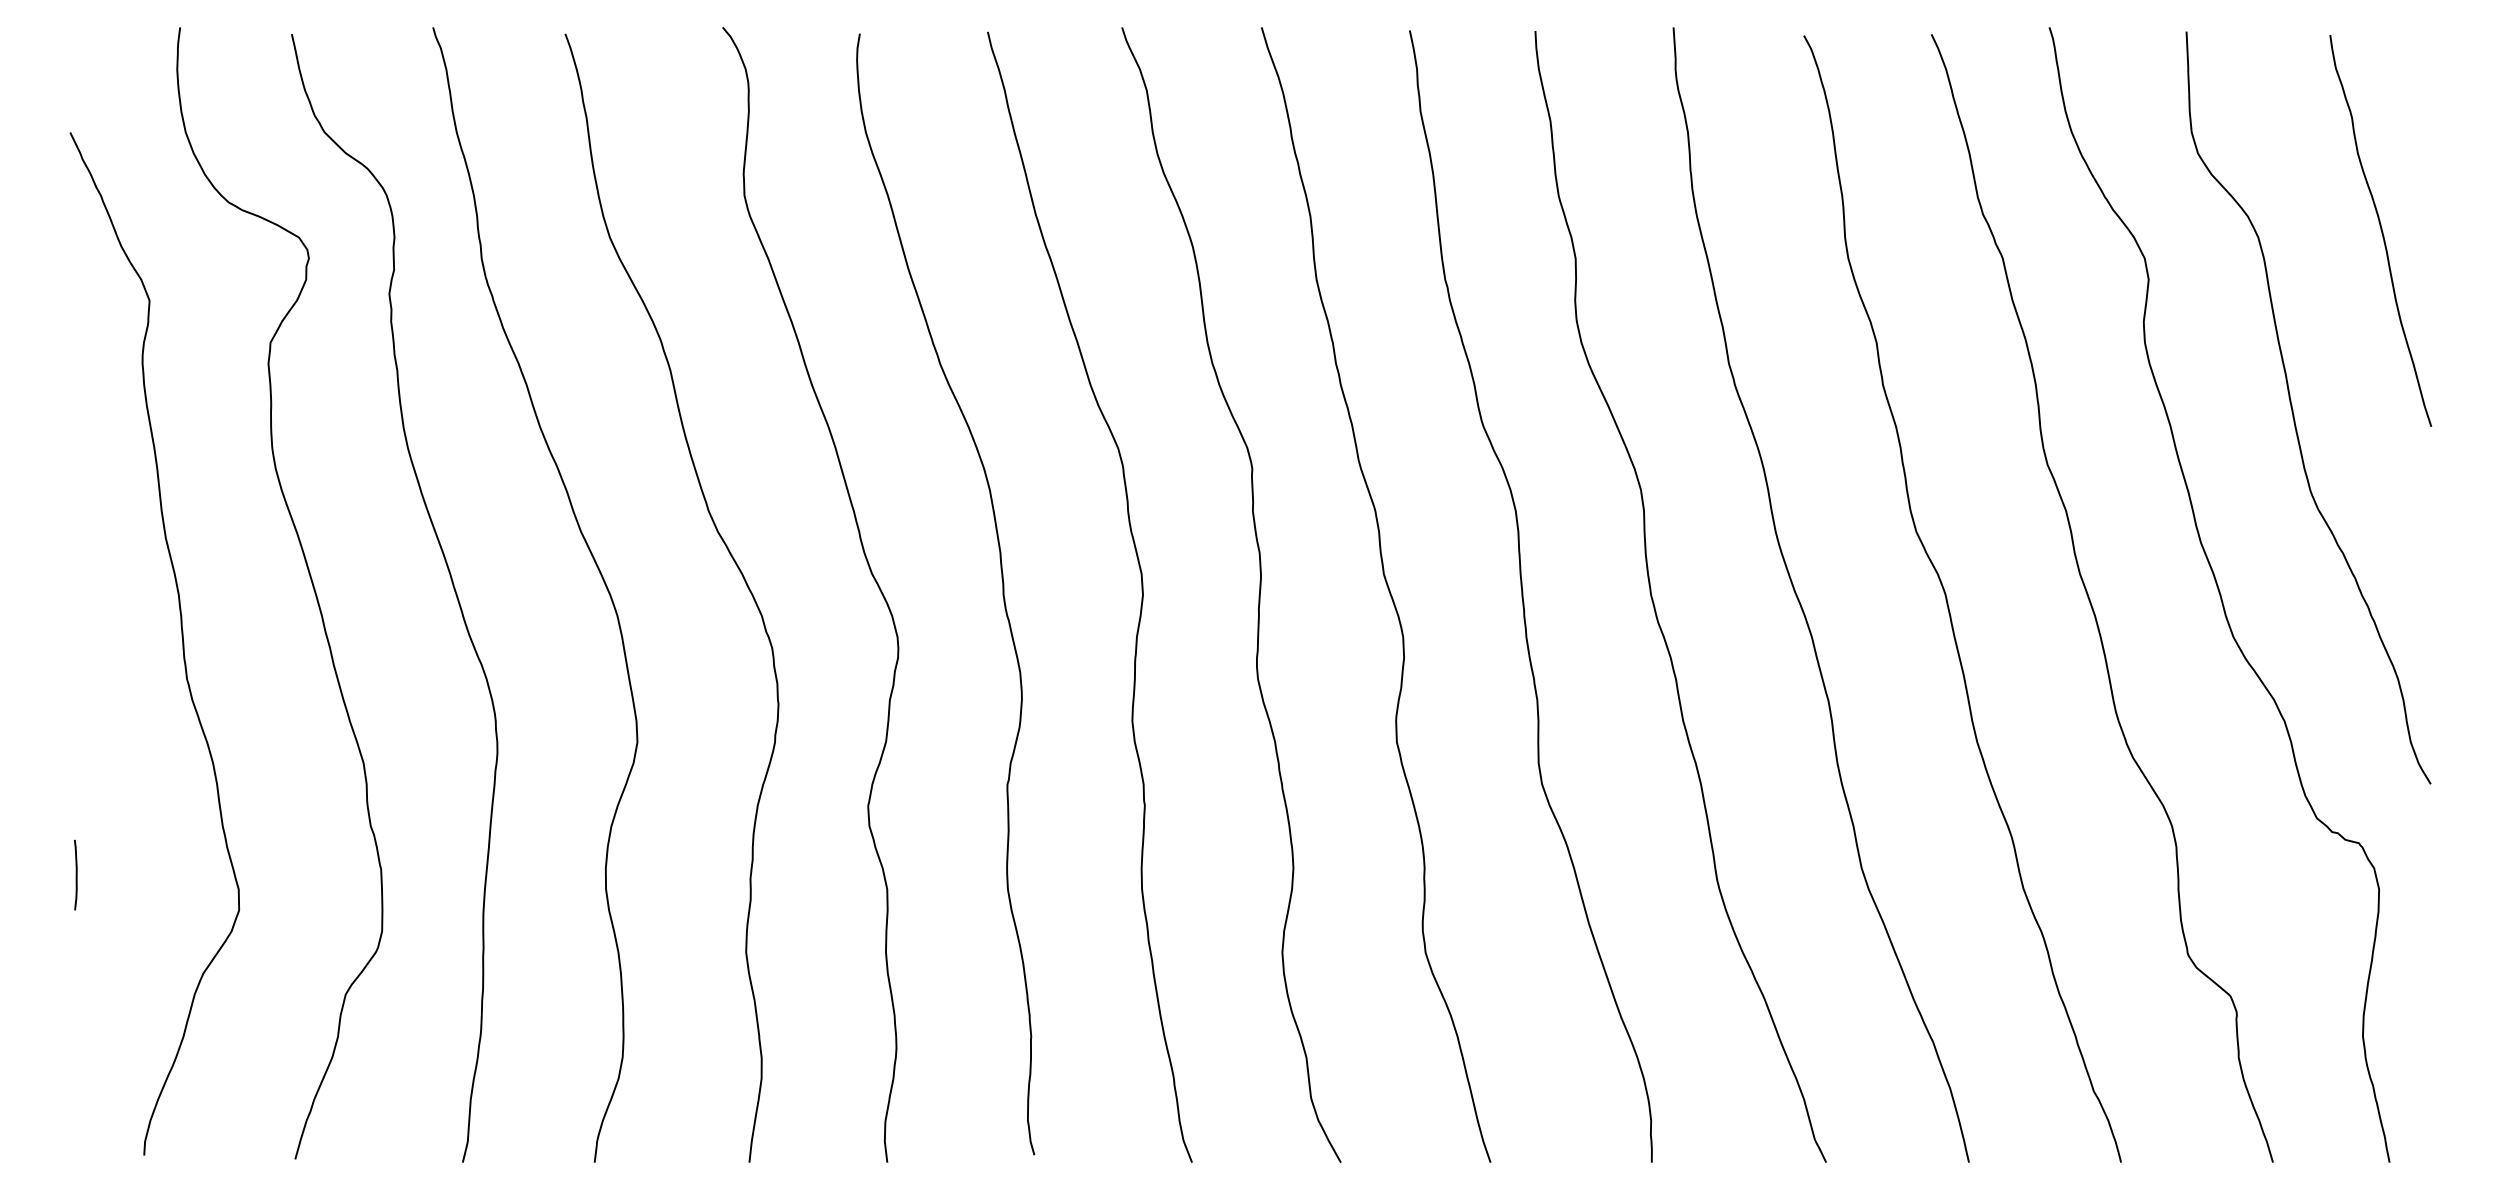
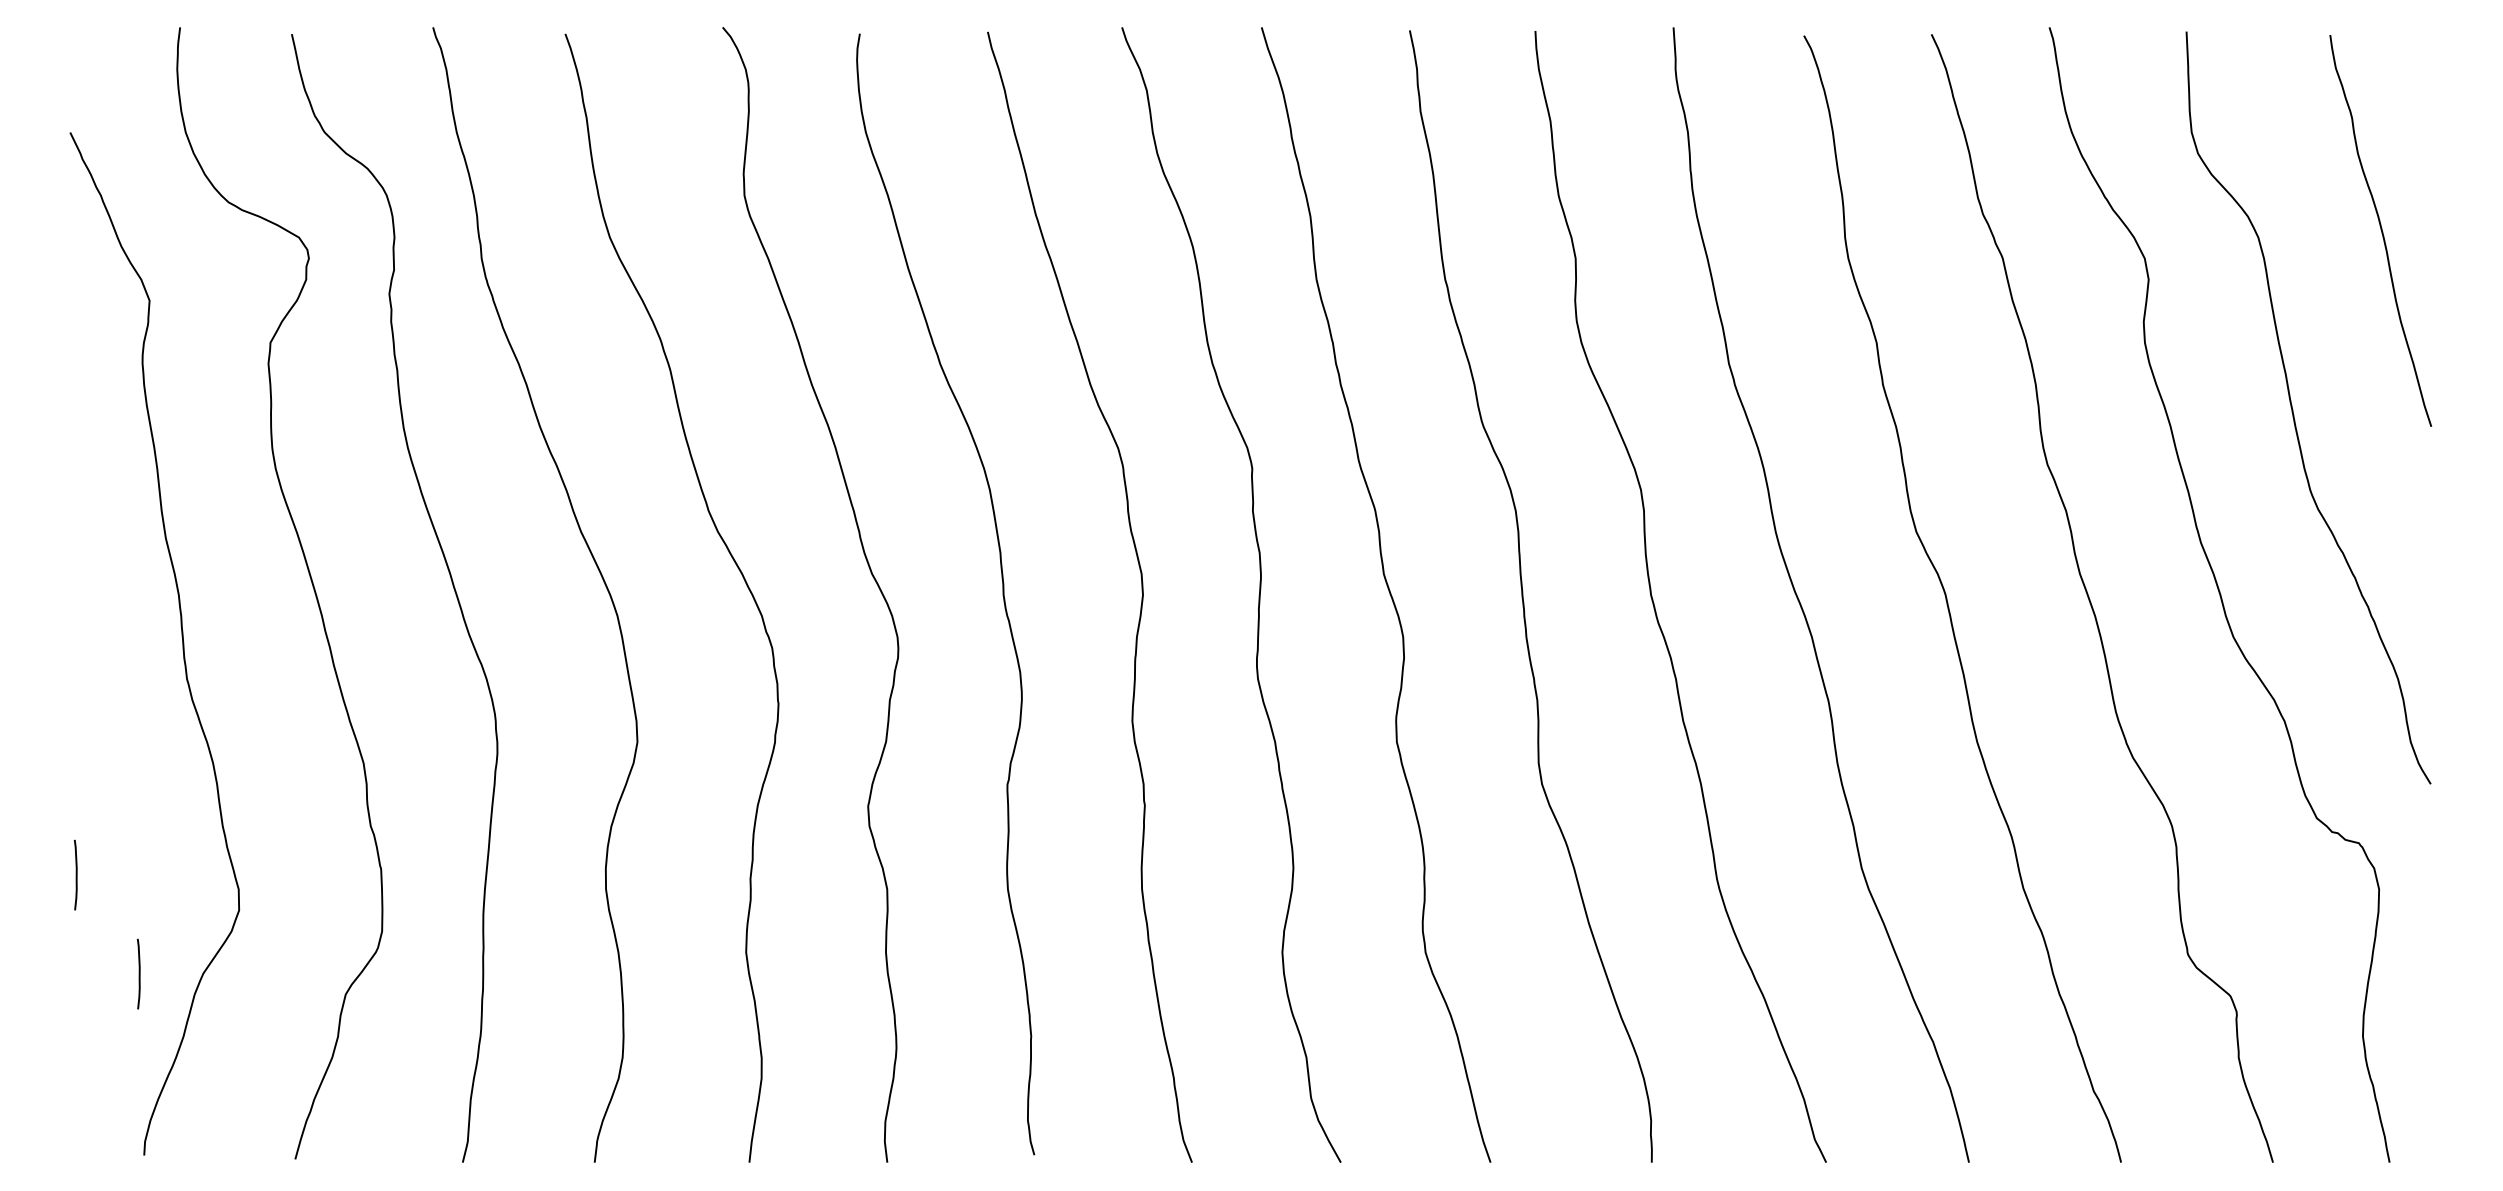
curve at (138, 973): none -> present
